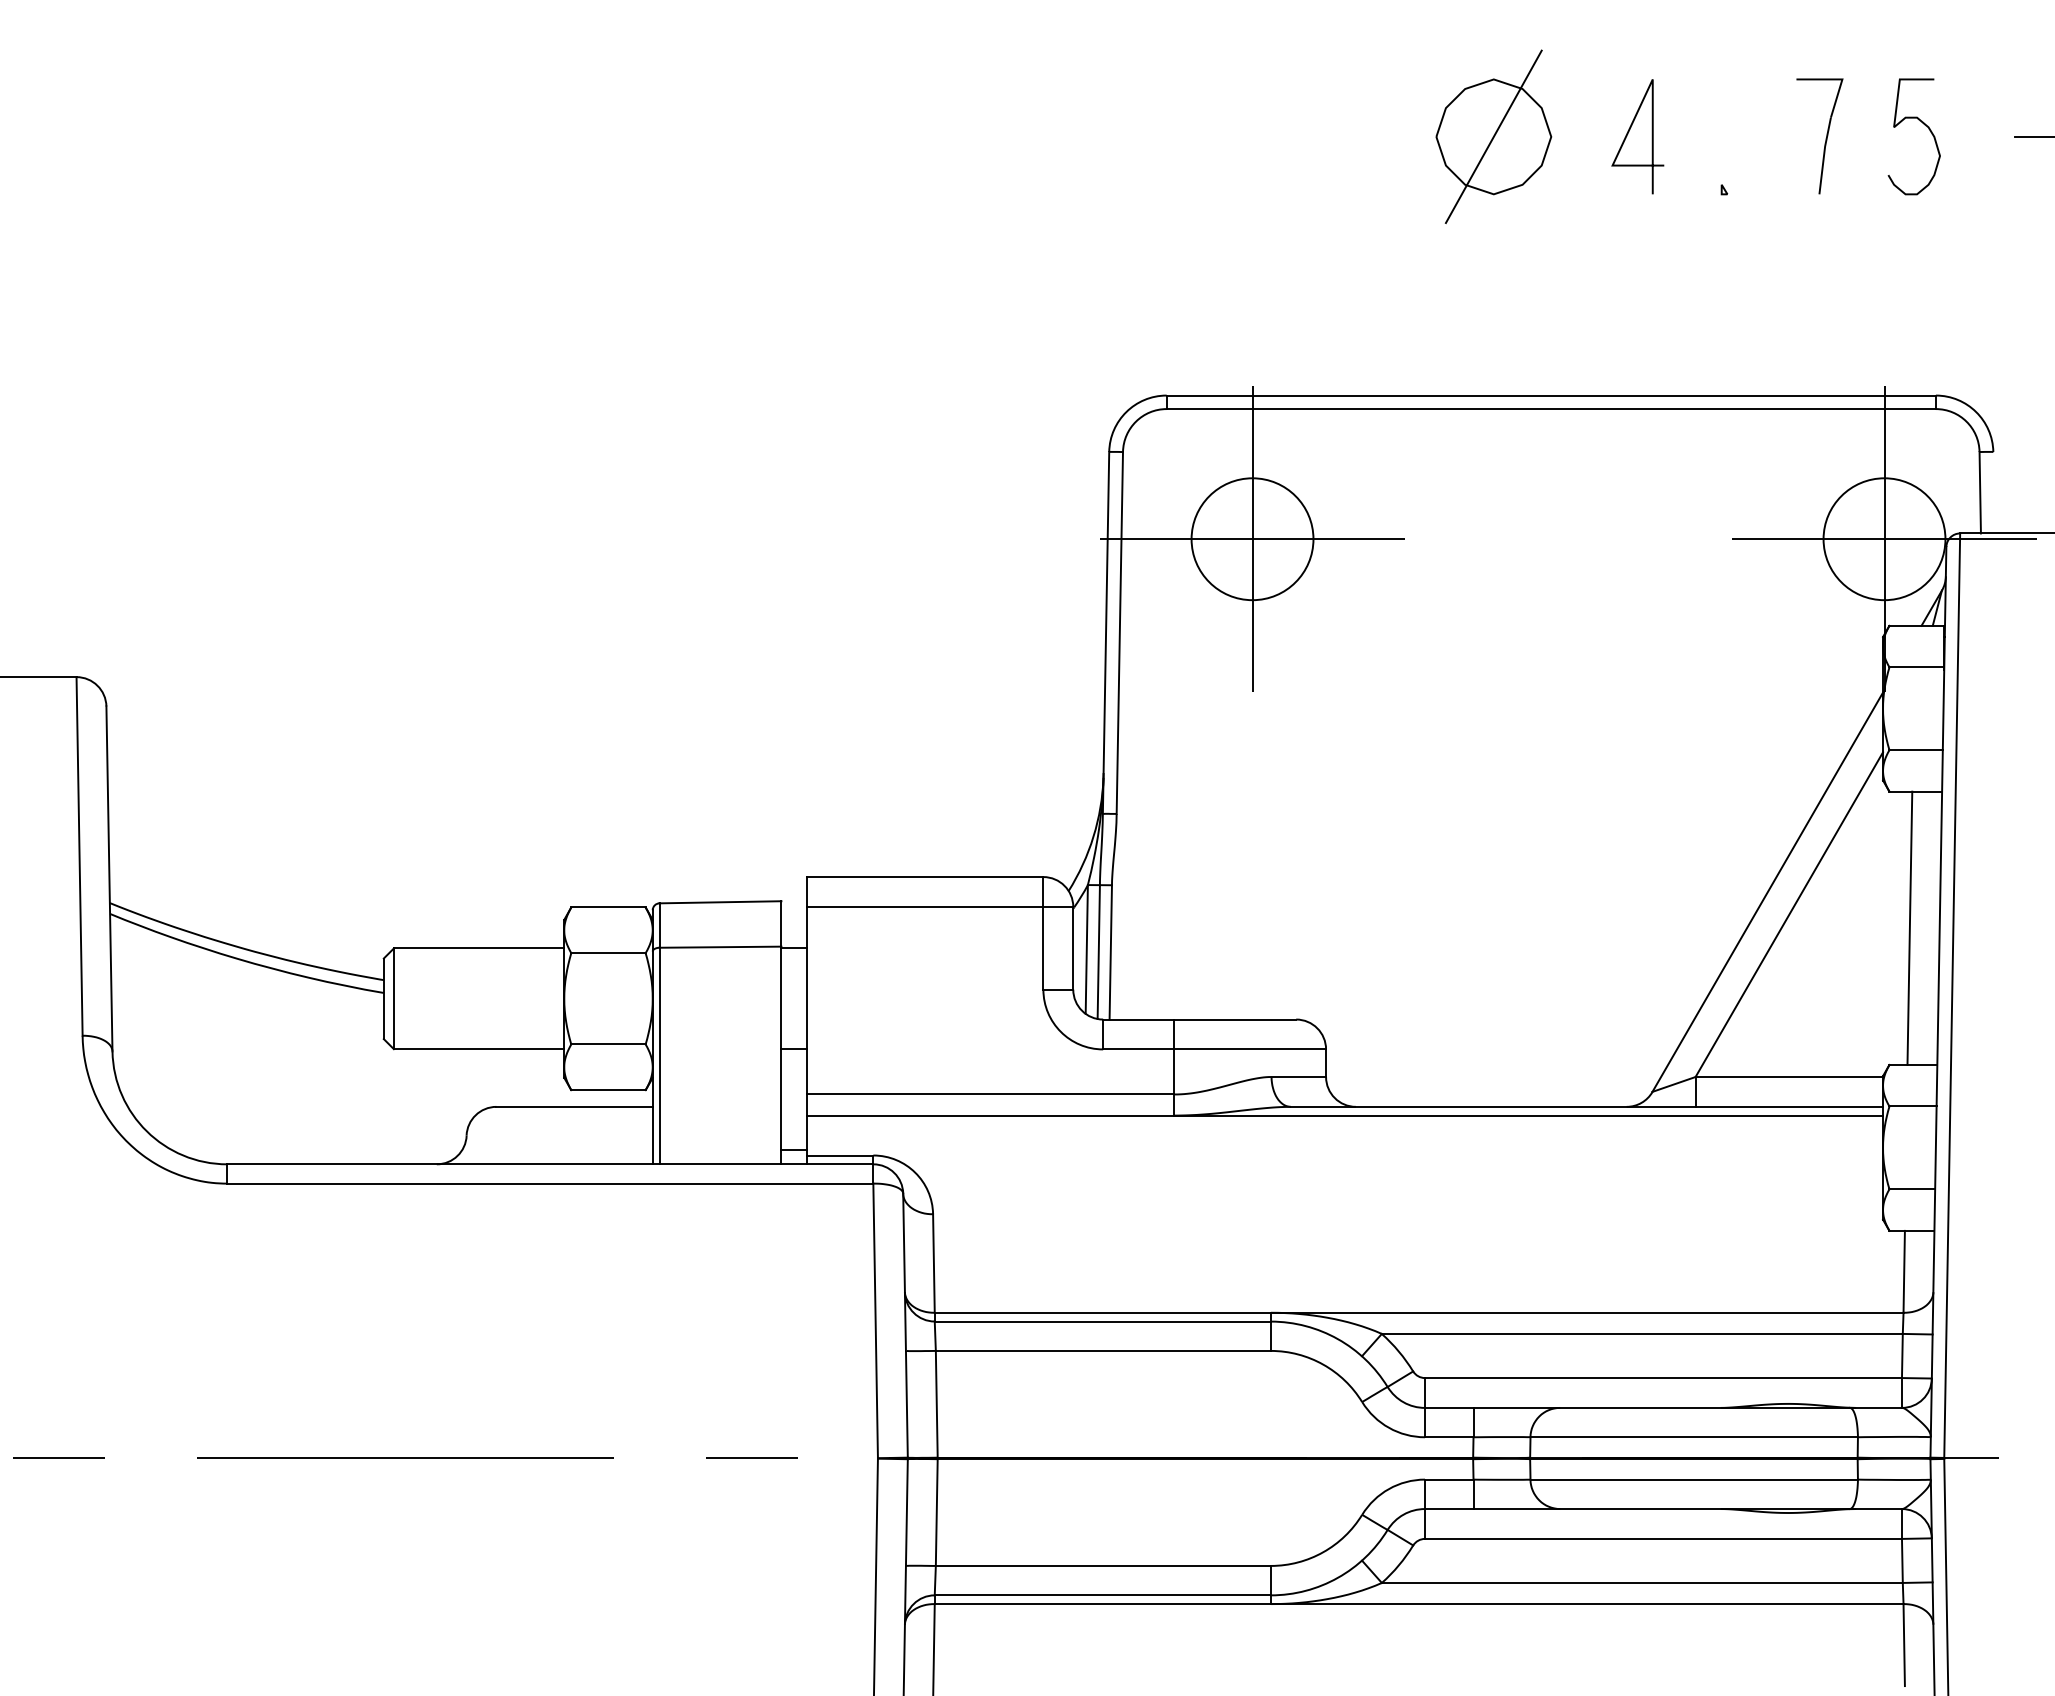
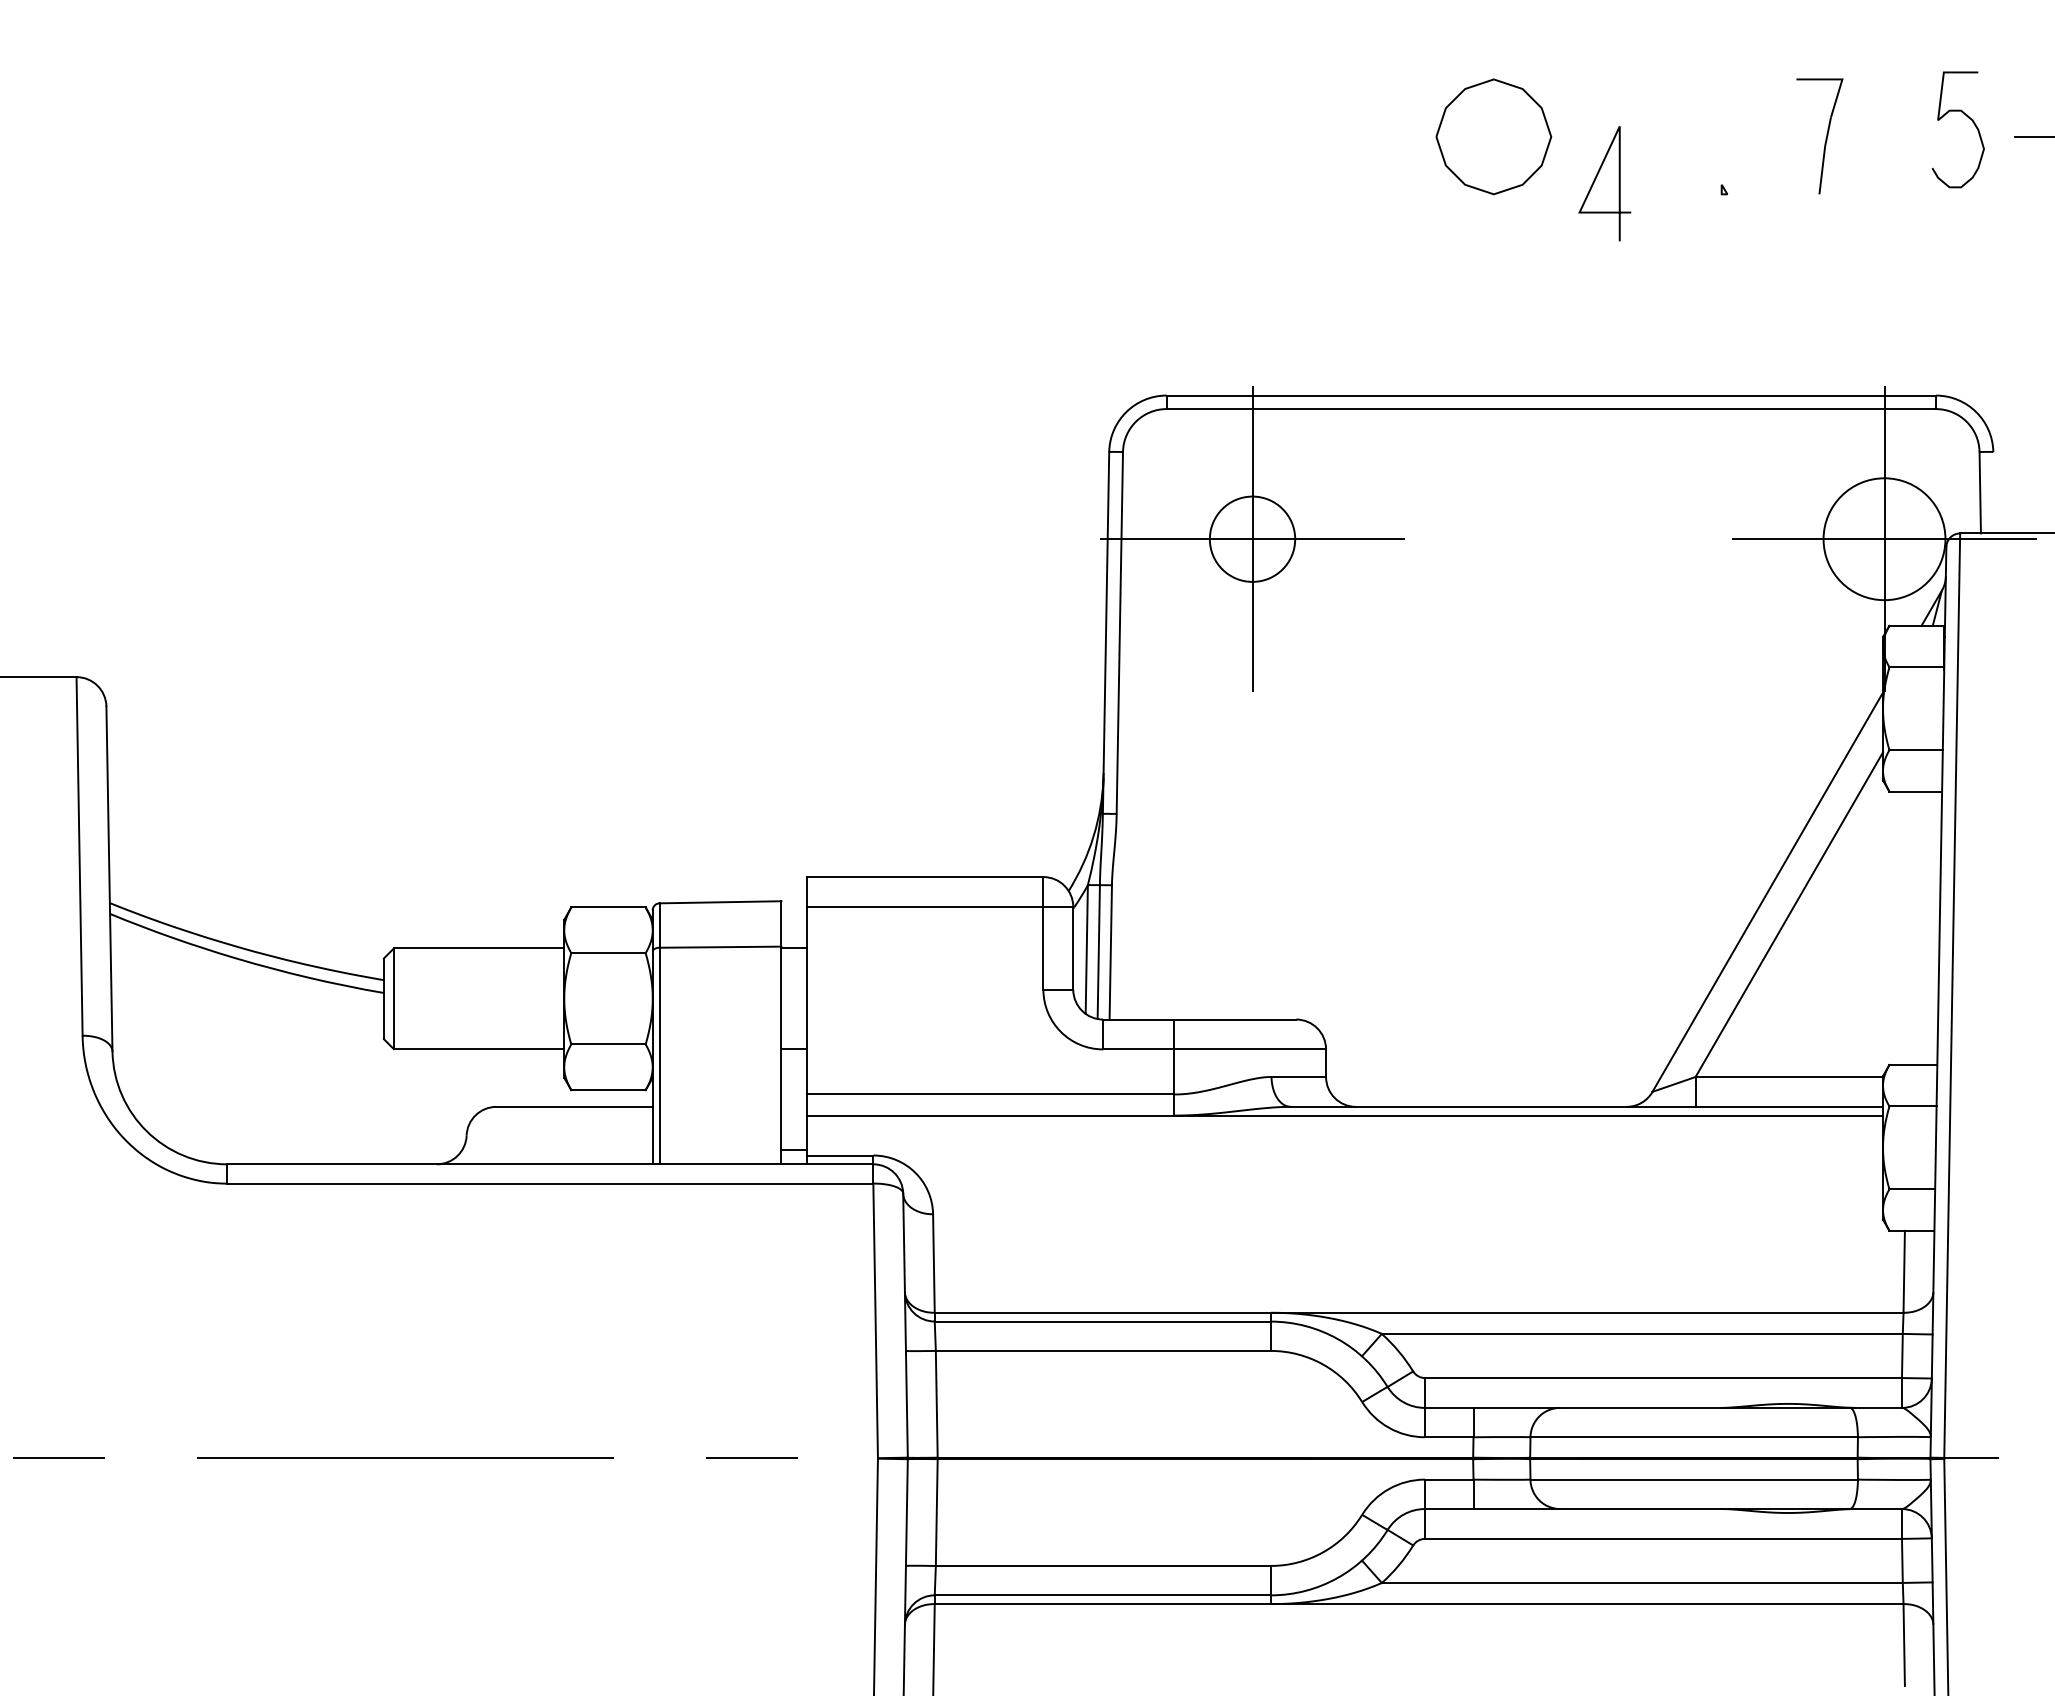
curve at (1924, 125) position: (1924, 125) -> (1968, 118)
line at (1628, 134) position: (1628, 134) -> (1595, 181)
line at (1493, 136): present -> none
circle at (1252, 539) diameter: 122 px -> 85 px
line at (1909, 927): present -> none
